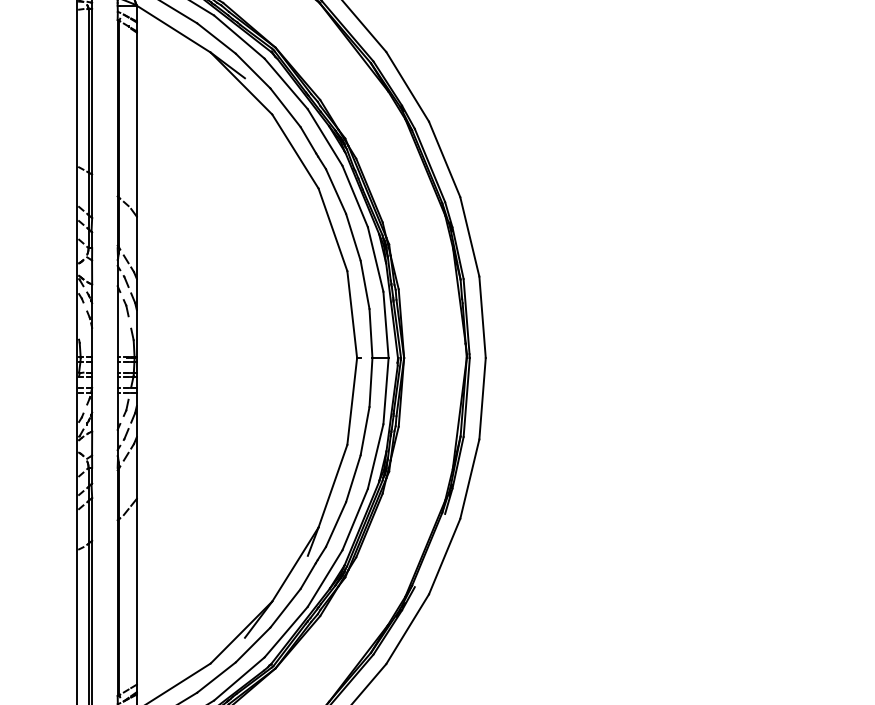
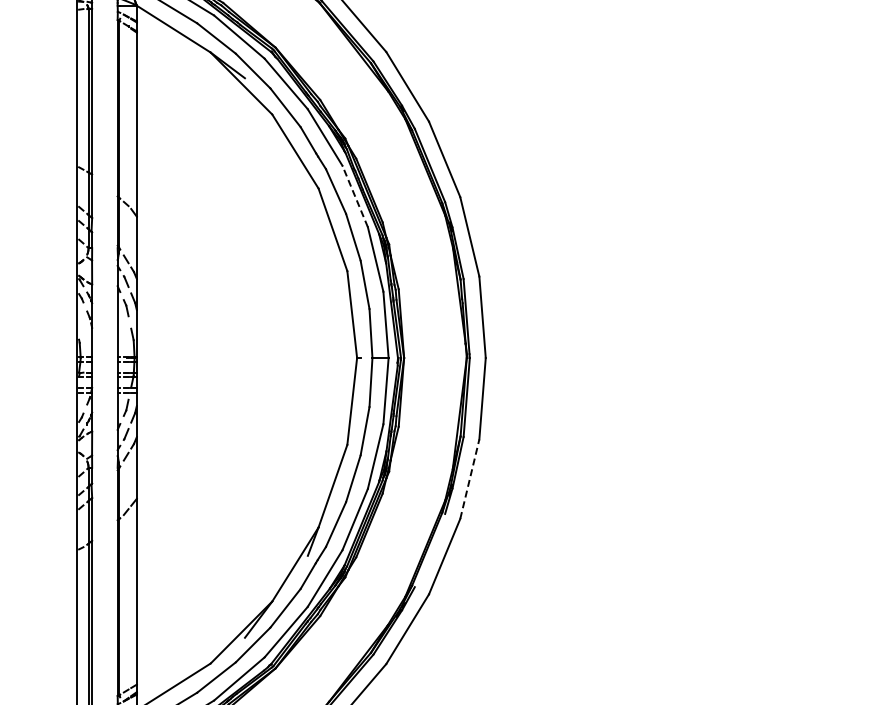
line at (355, 196): solid -> dashed
line at (469, 479): solid -> dashed
